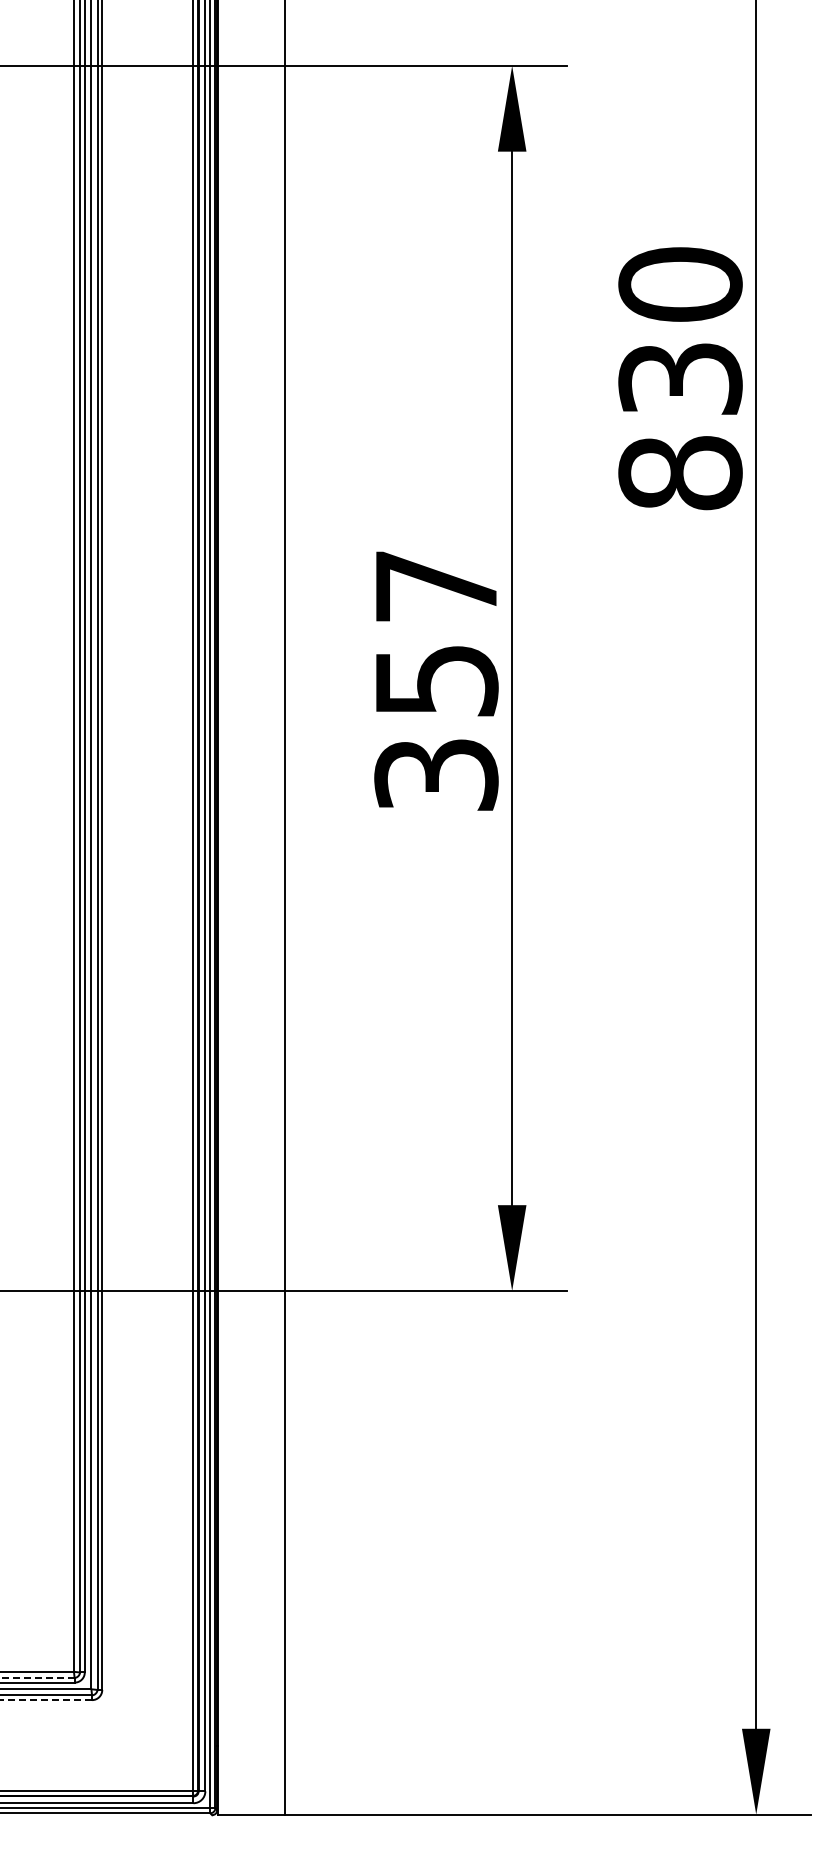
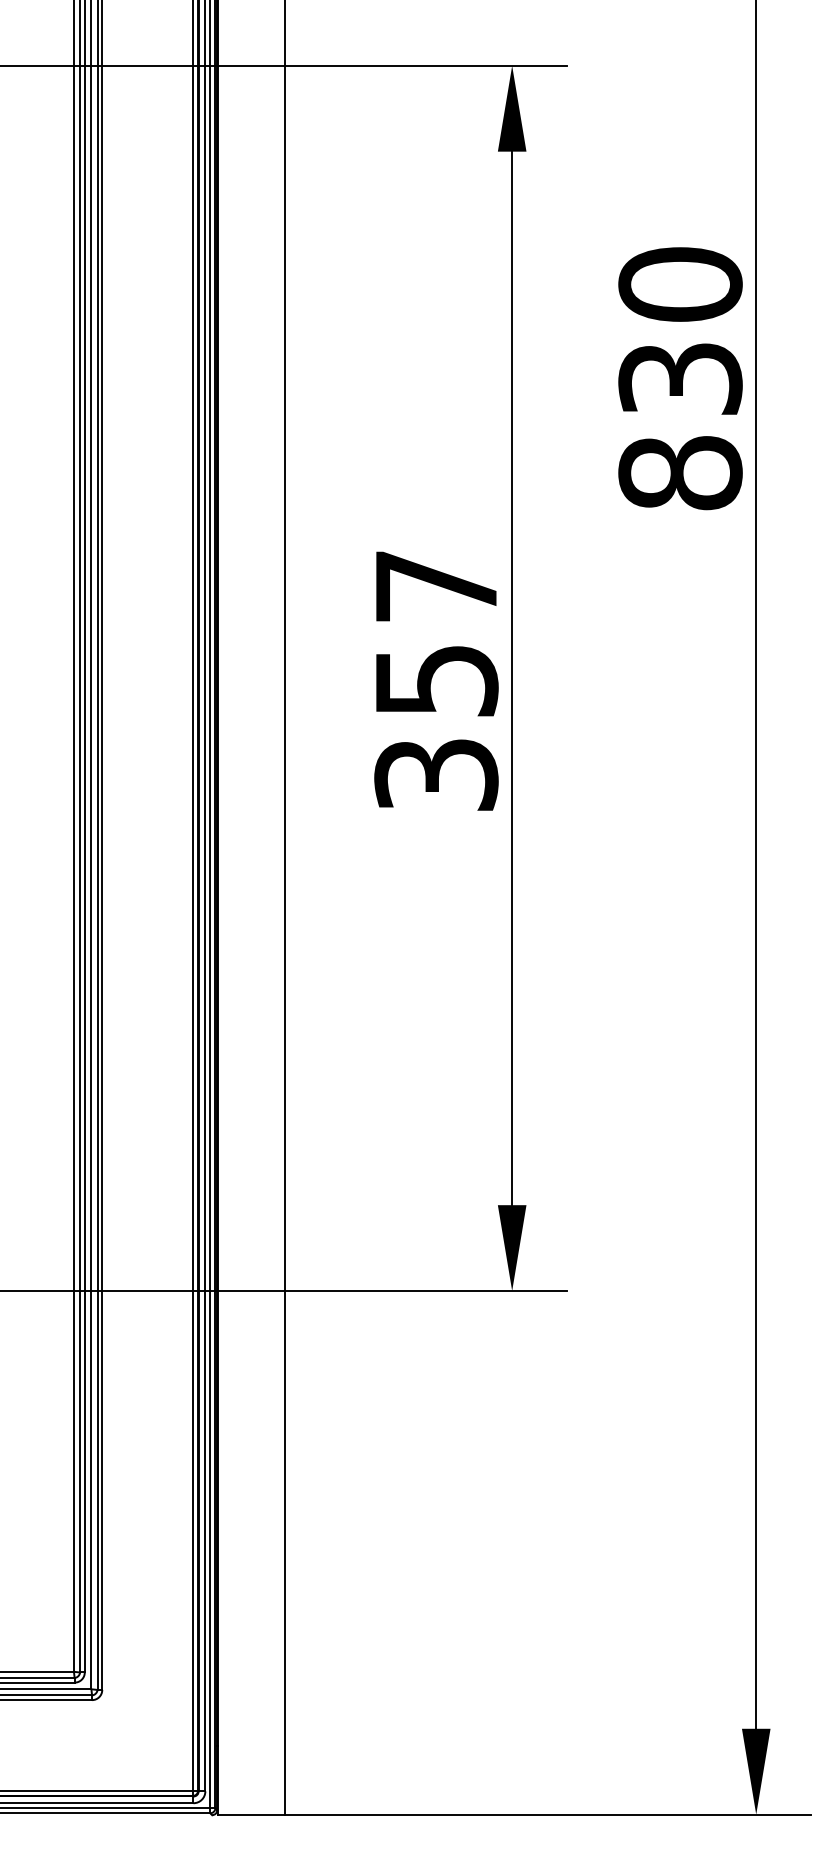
line at (37, 1678): dashed -> solid
line at (46, 1700): dashed -> solid
